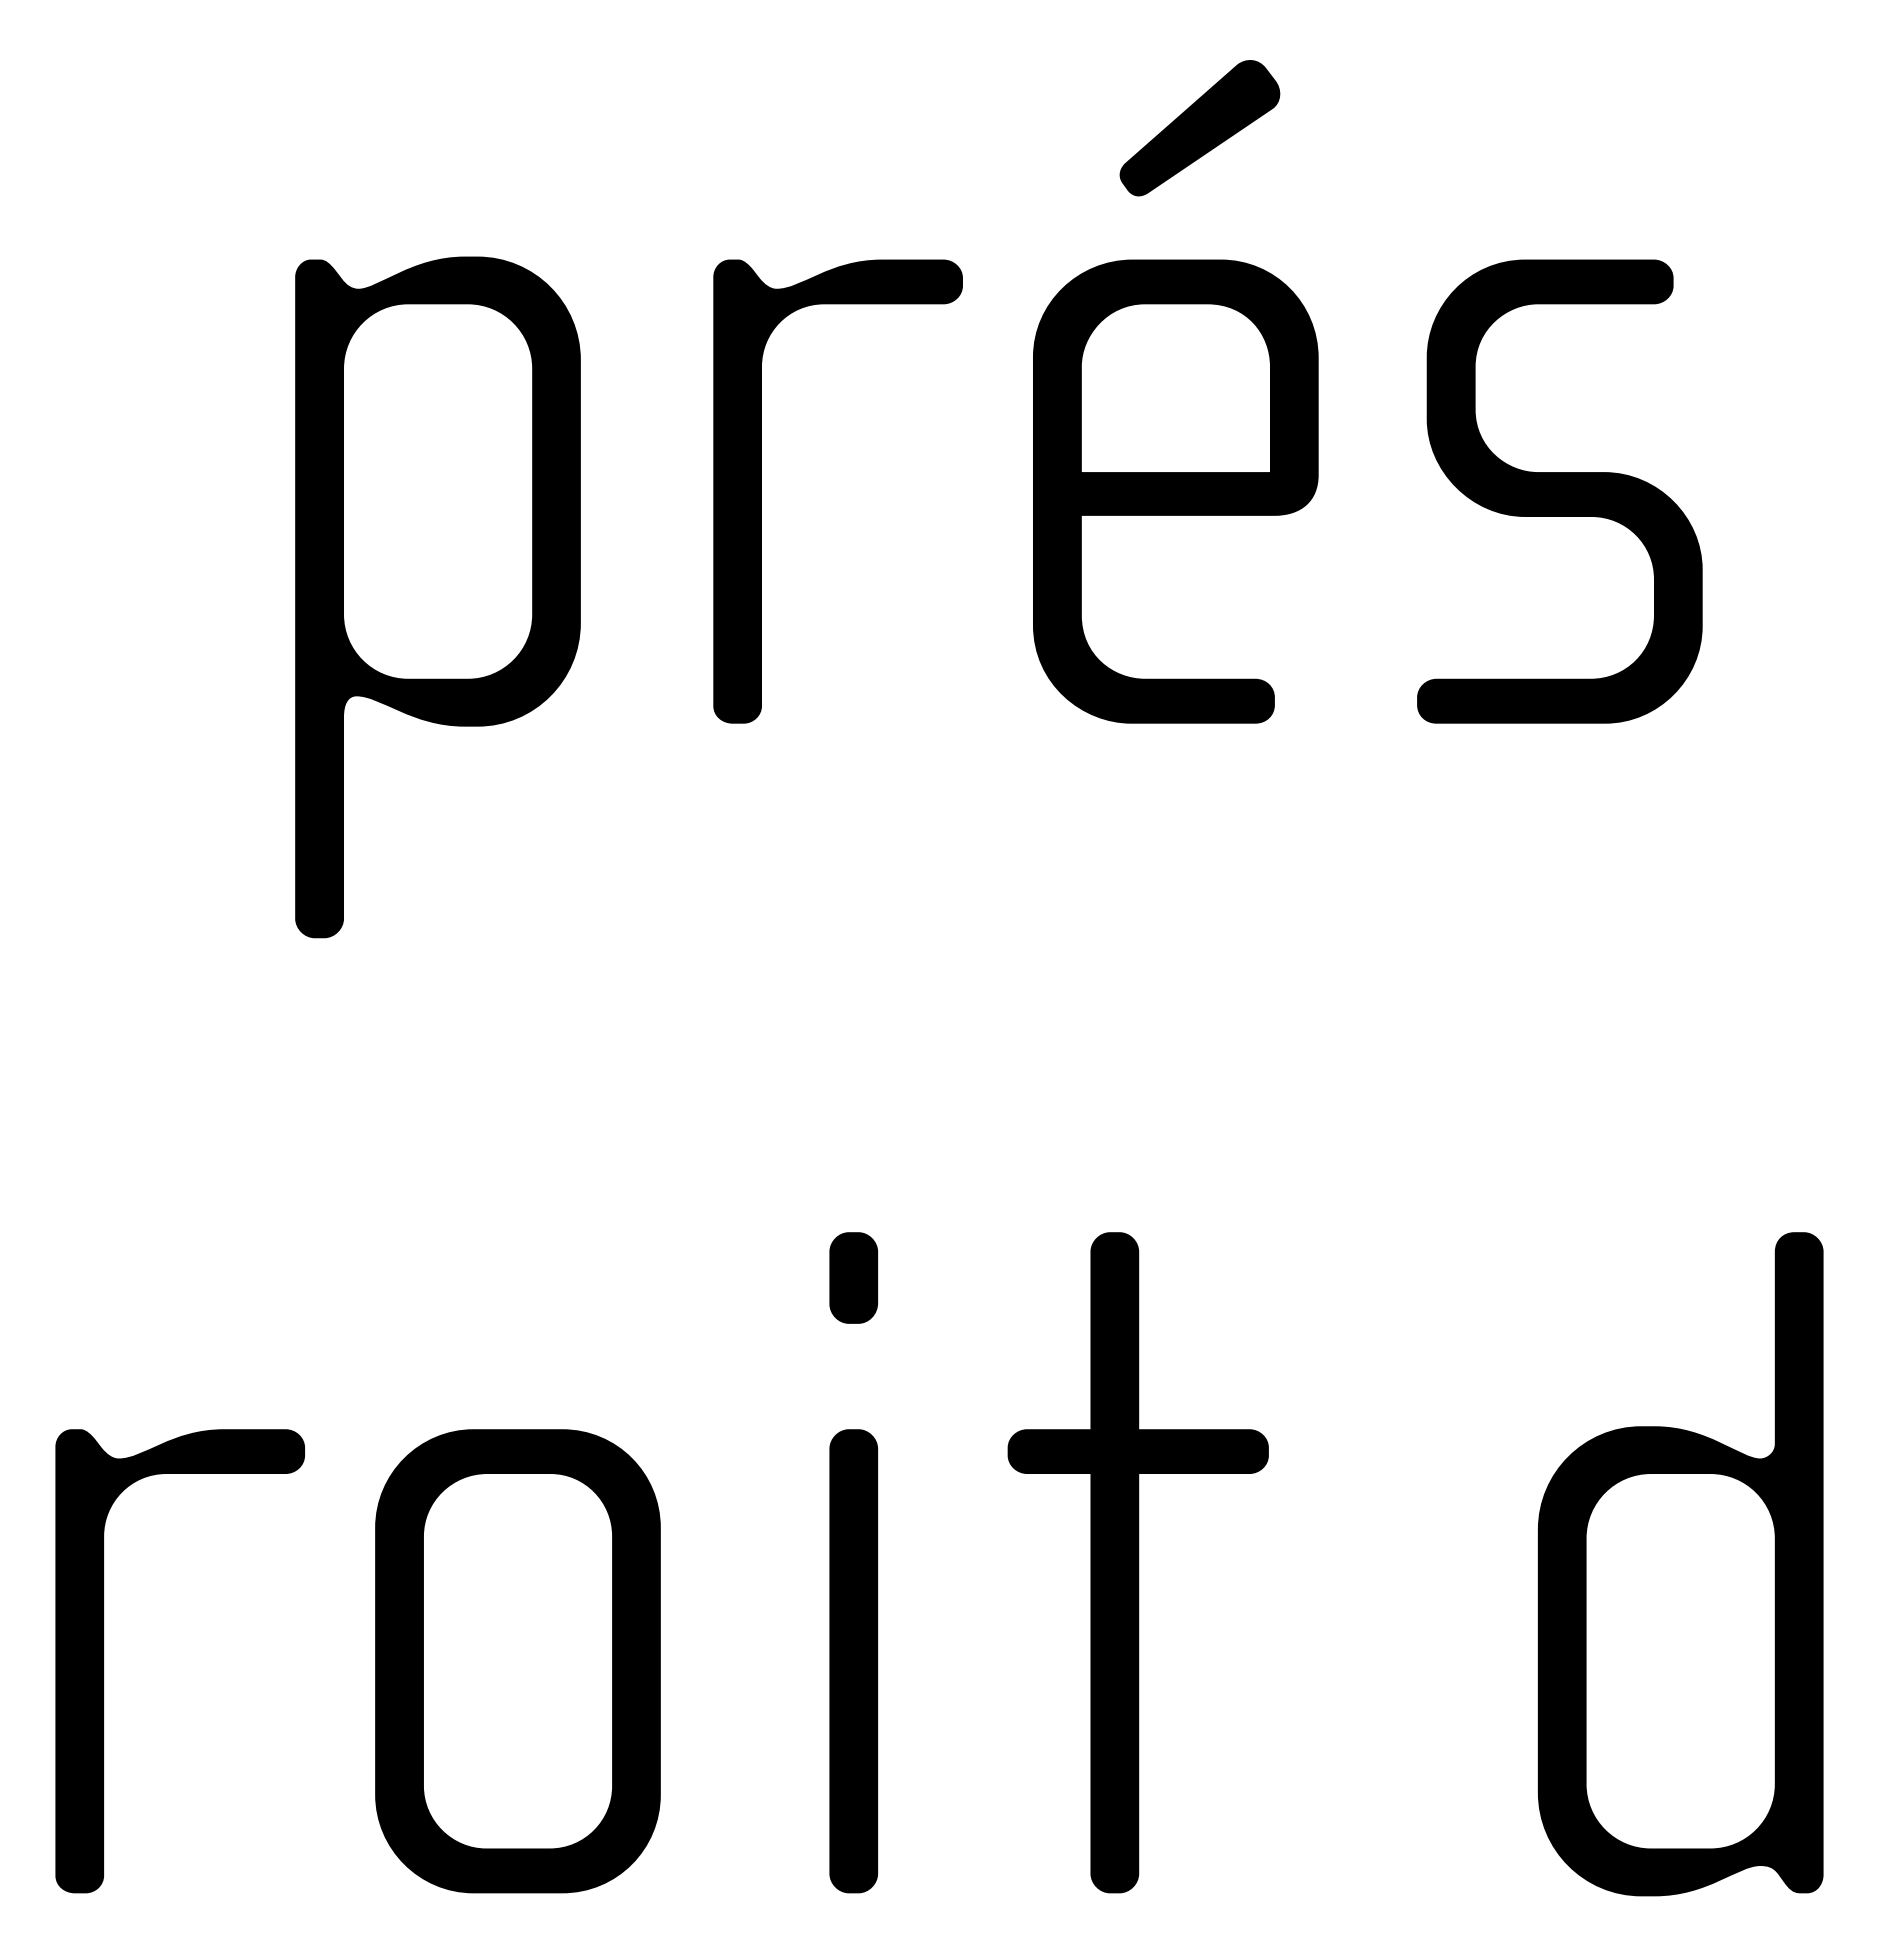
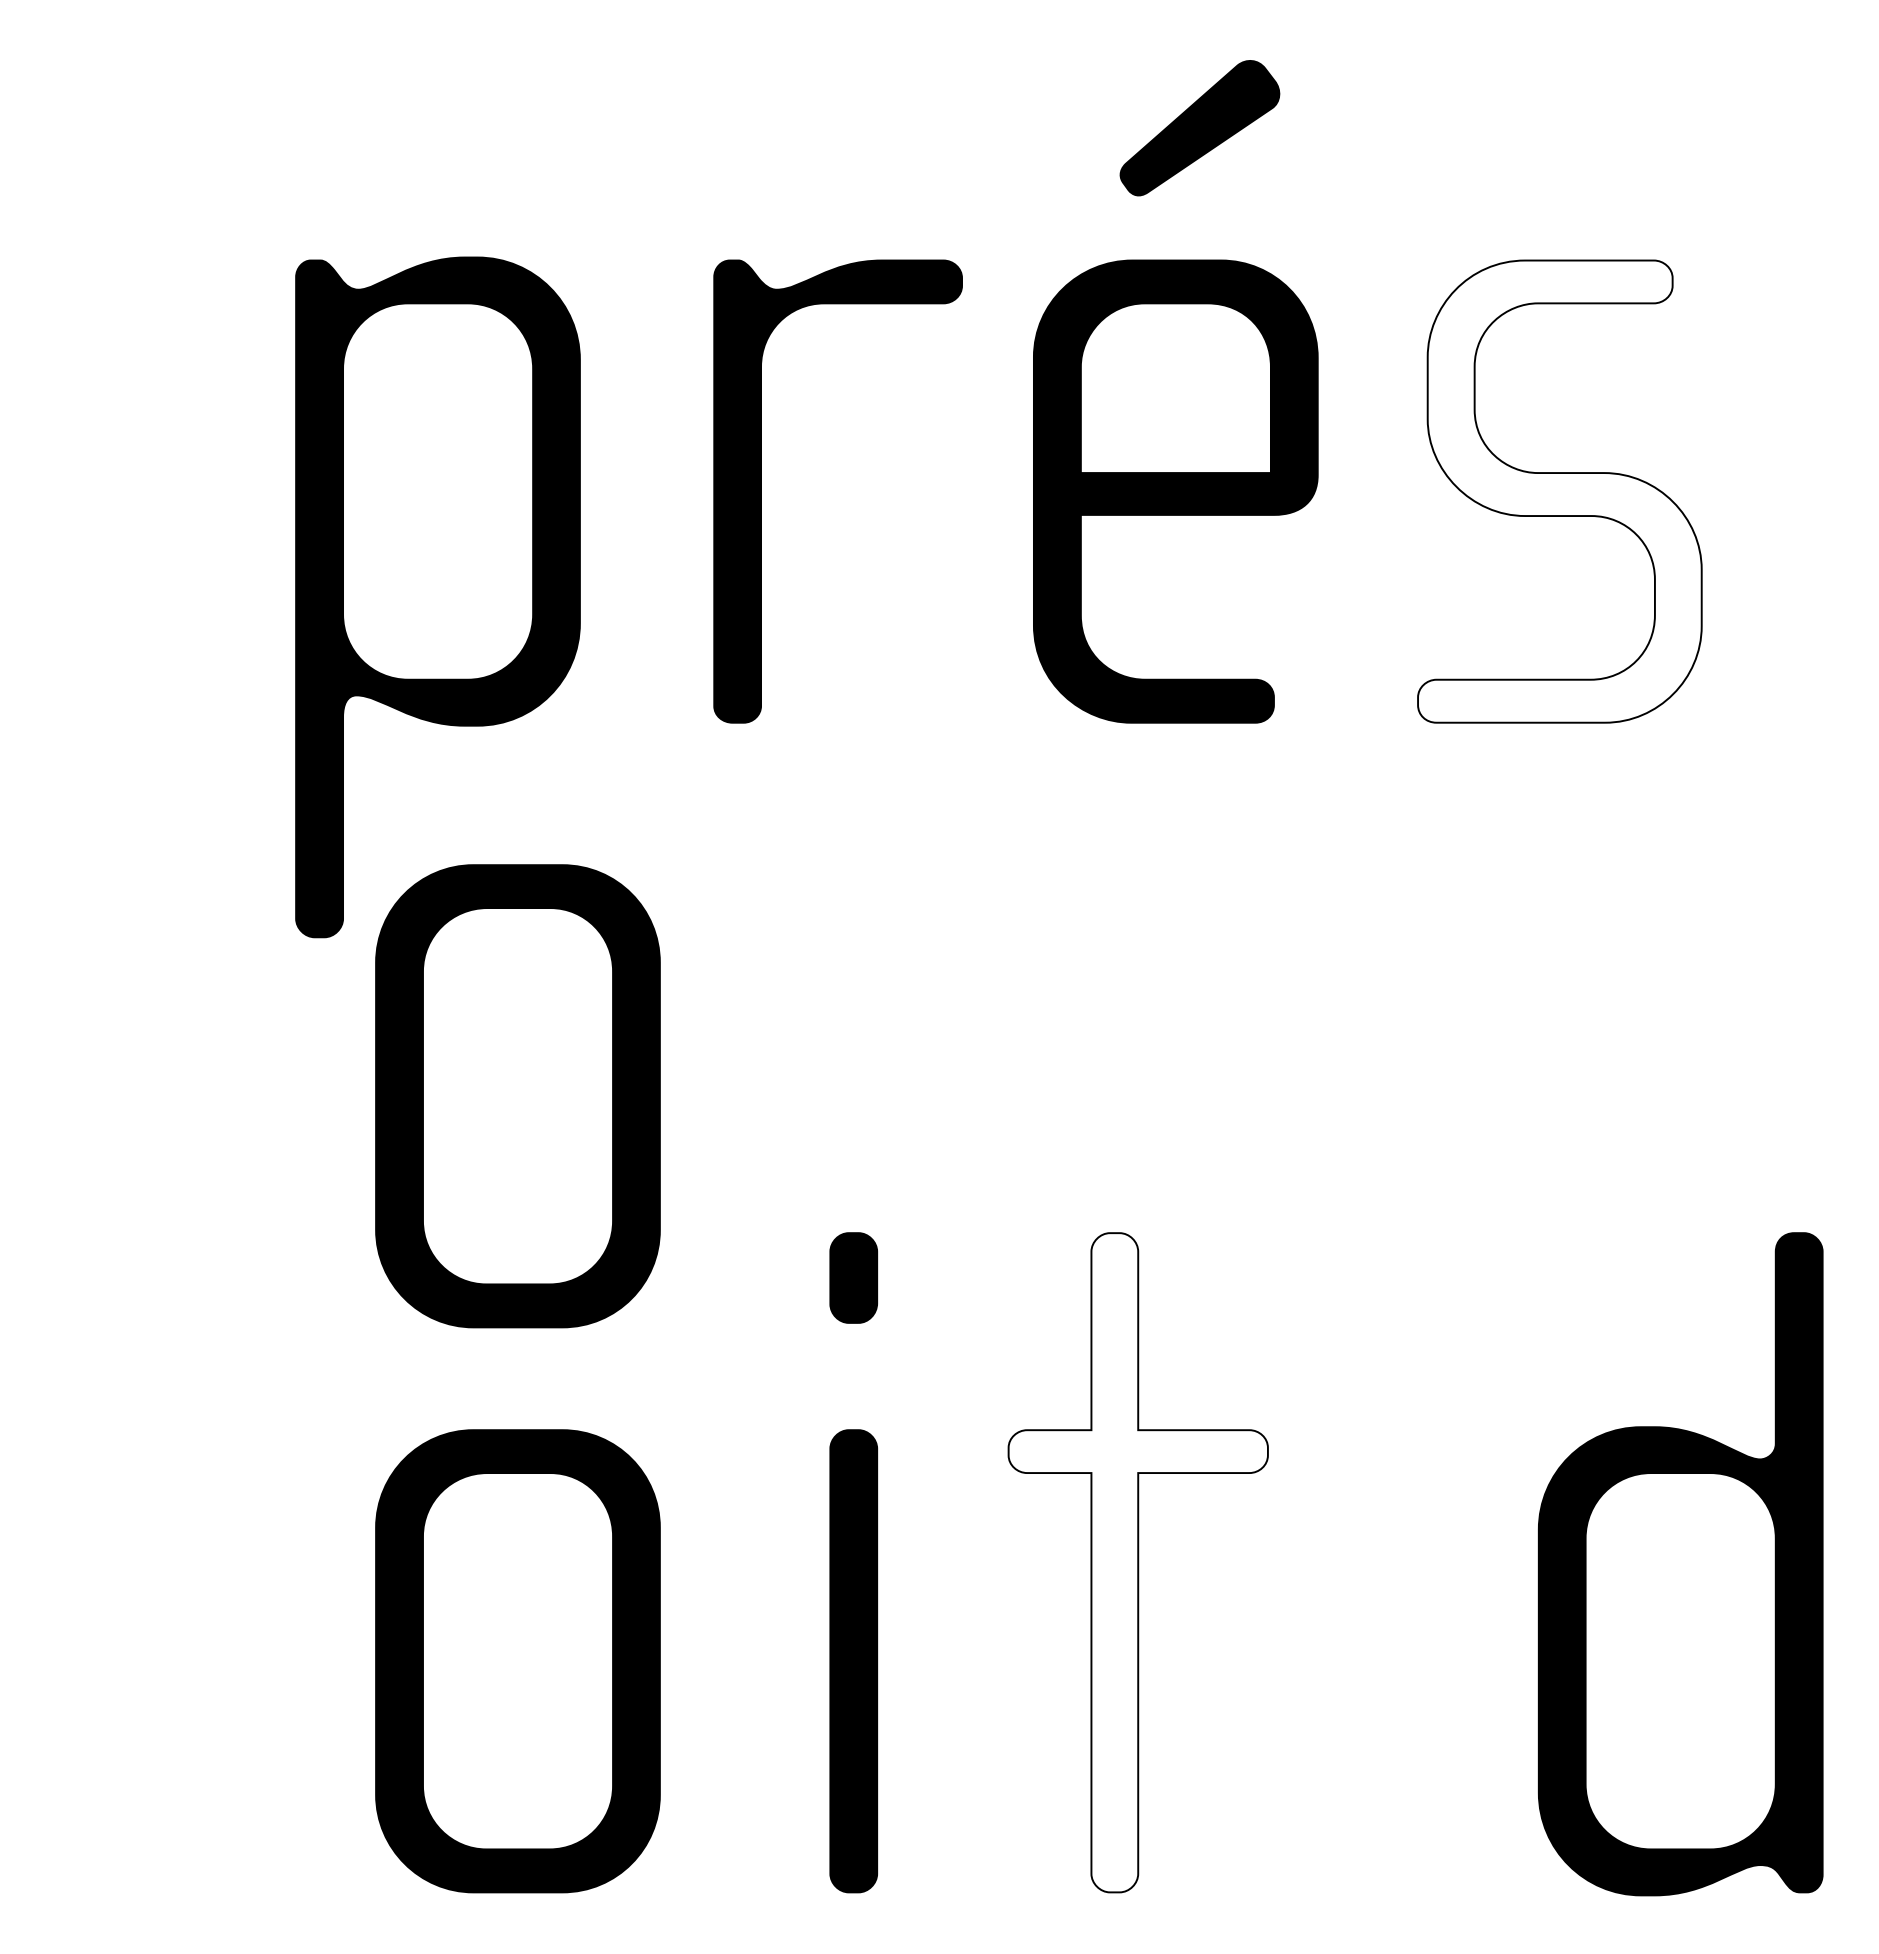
fill at (1559, 491): present -> none
part at (517, 1096): none -> present
fill at (1137, 1562): present -> none
part at (104, 1661): present -> none
